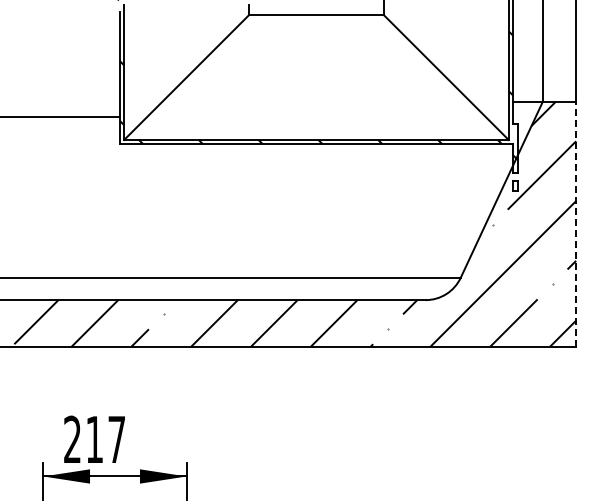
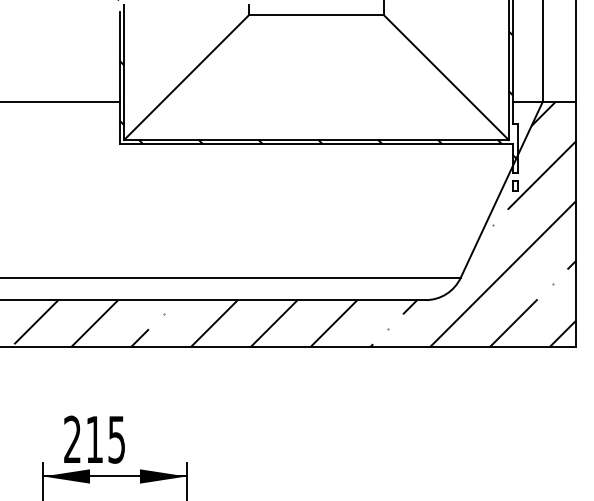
line at (61, 116) position: (61, 116) -> (61, 101)
line at (576, 224): dashed -> solid
text at (116, 439): 217 -> 215
